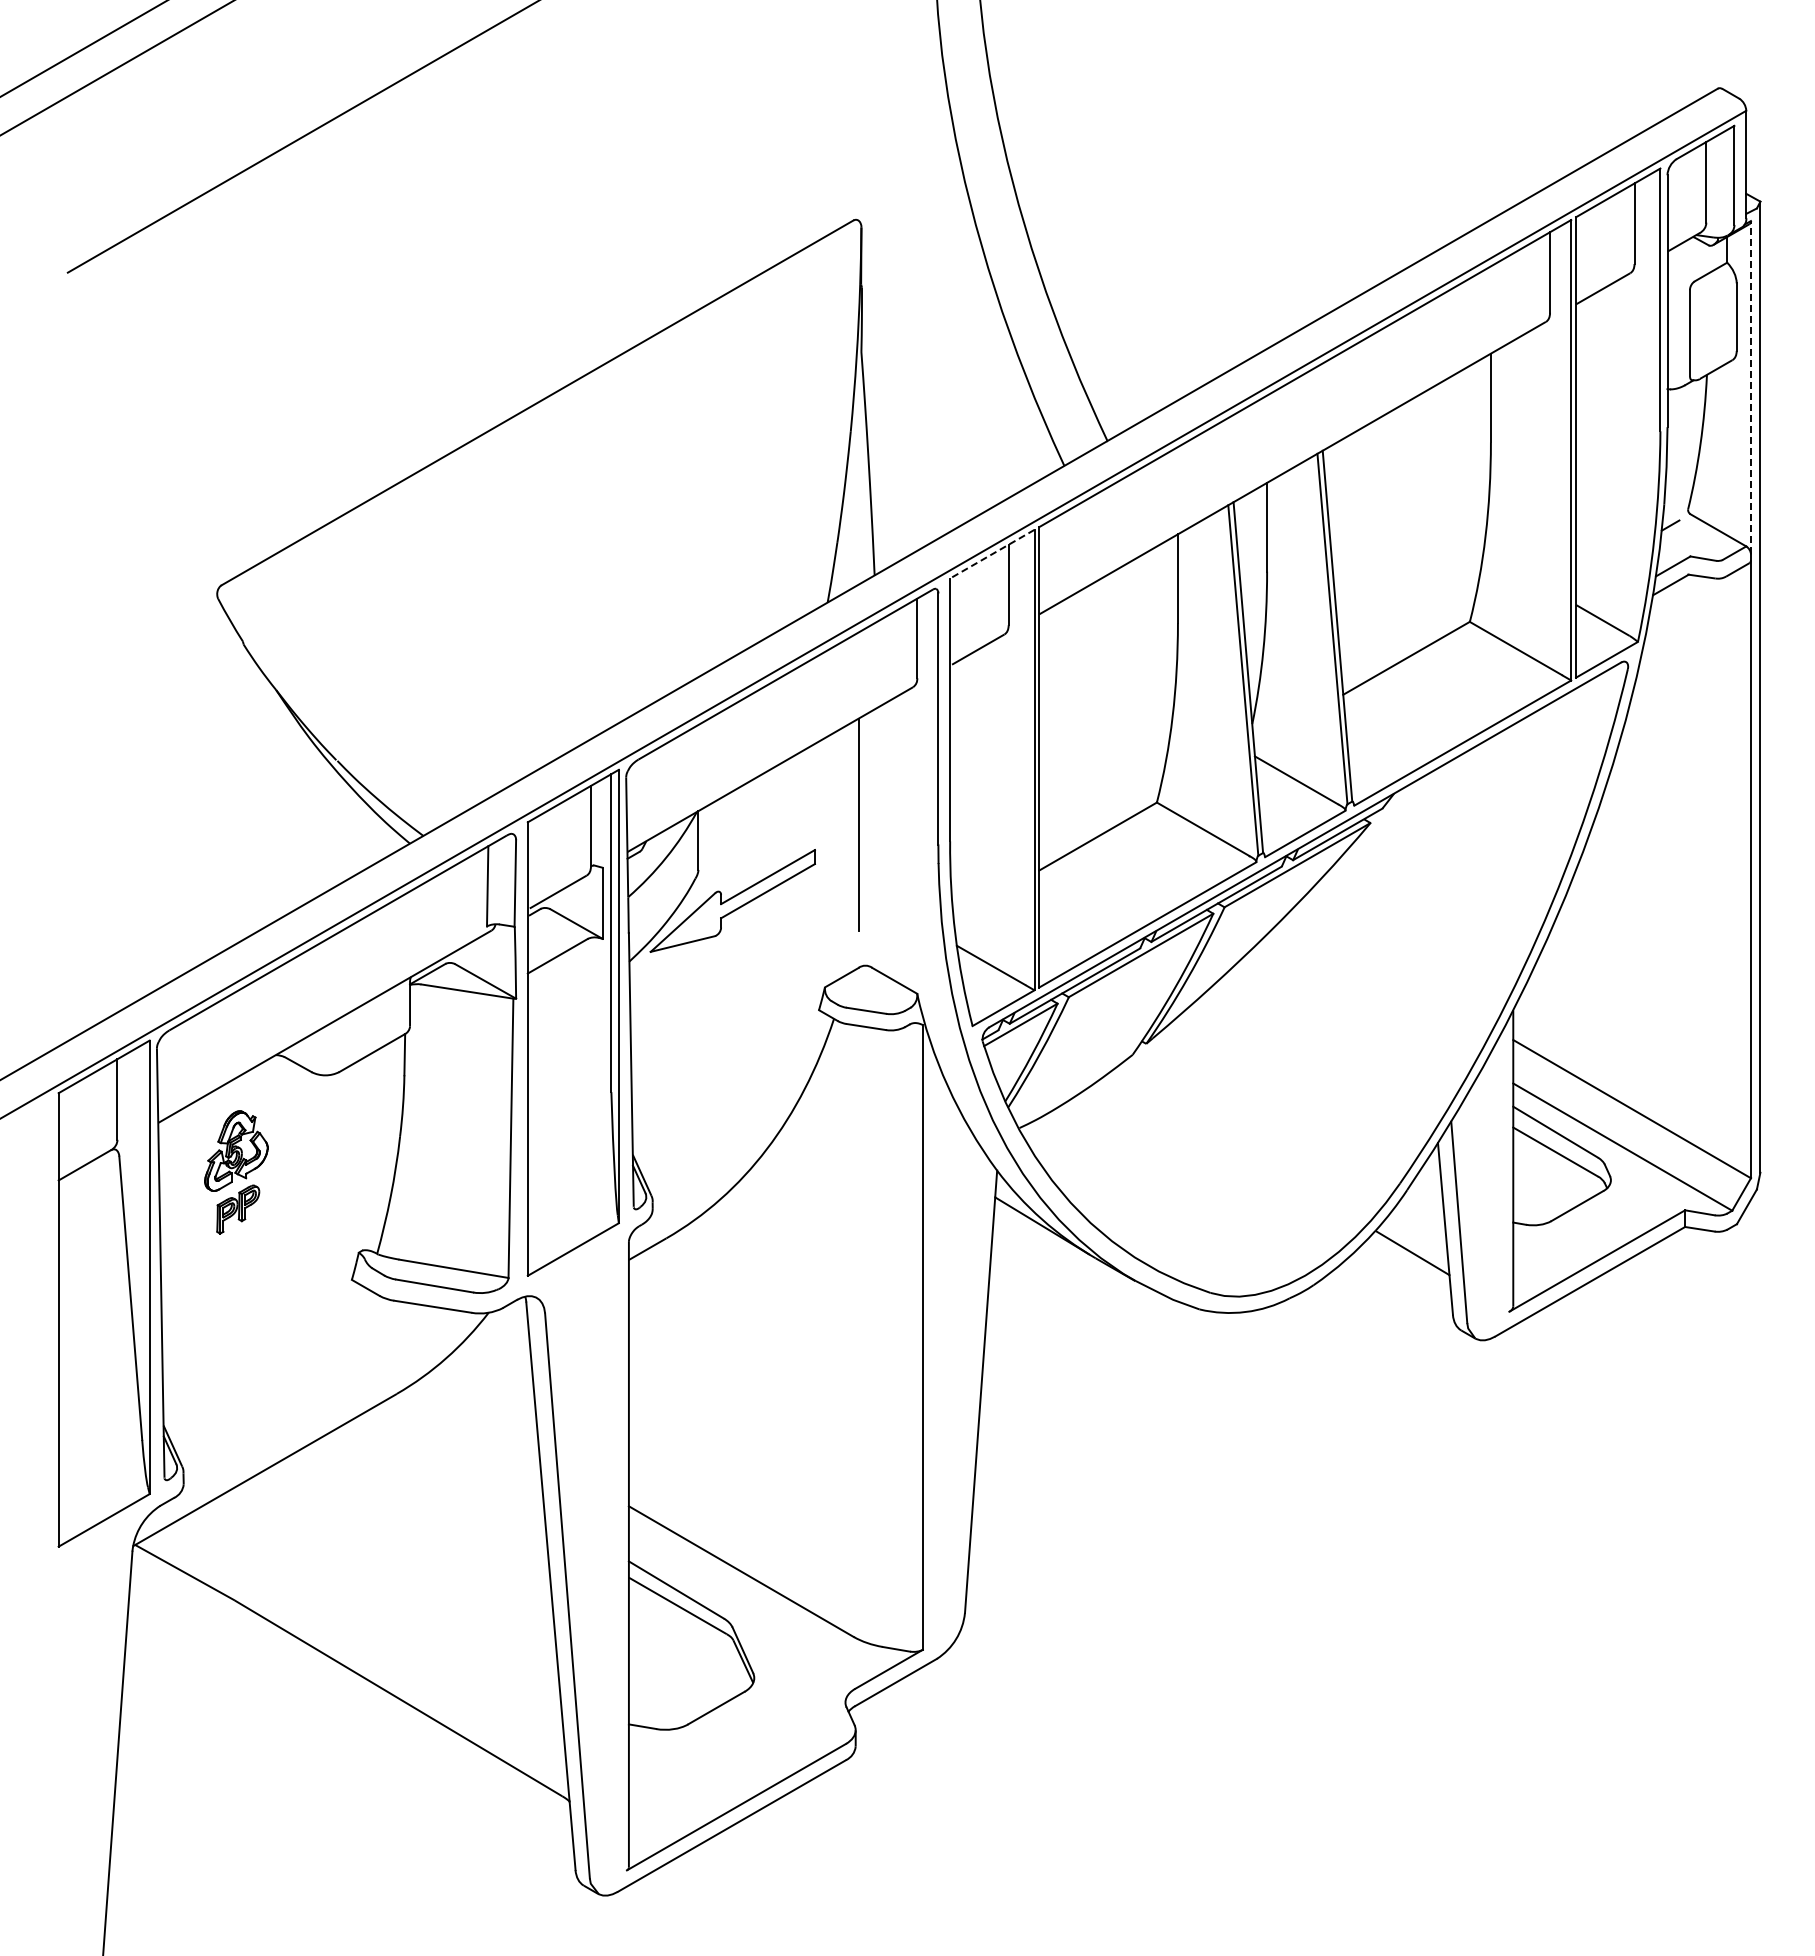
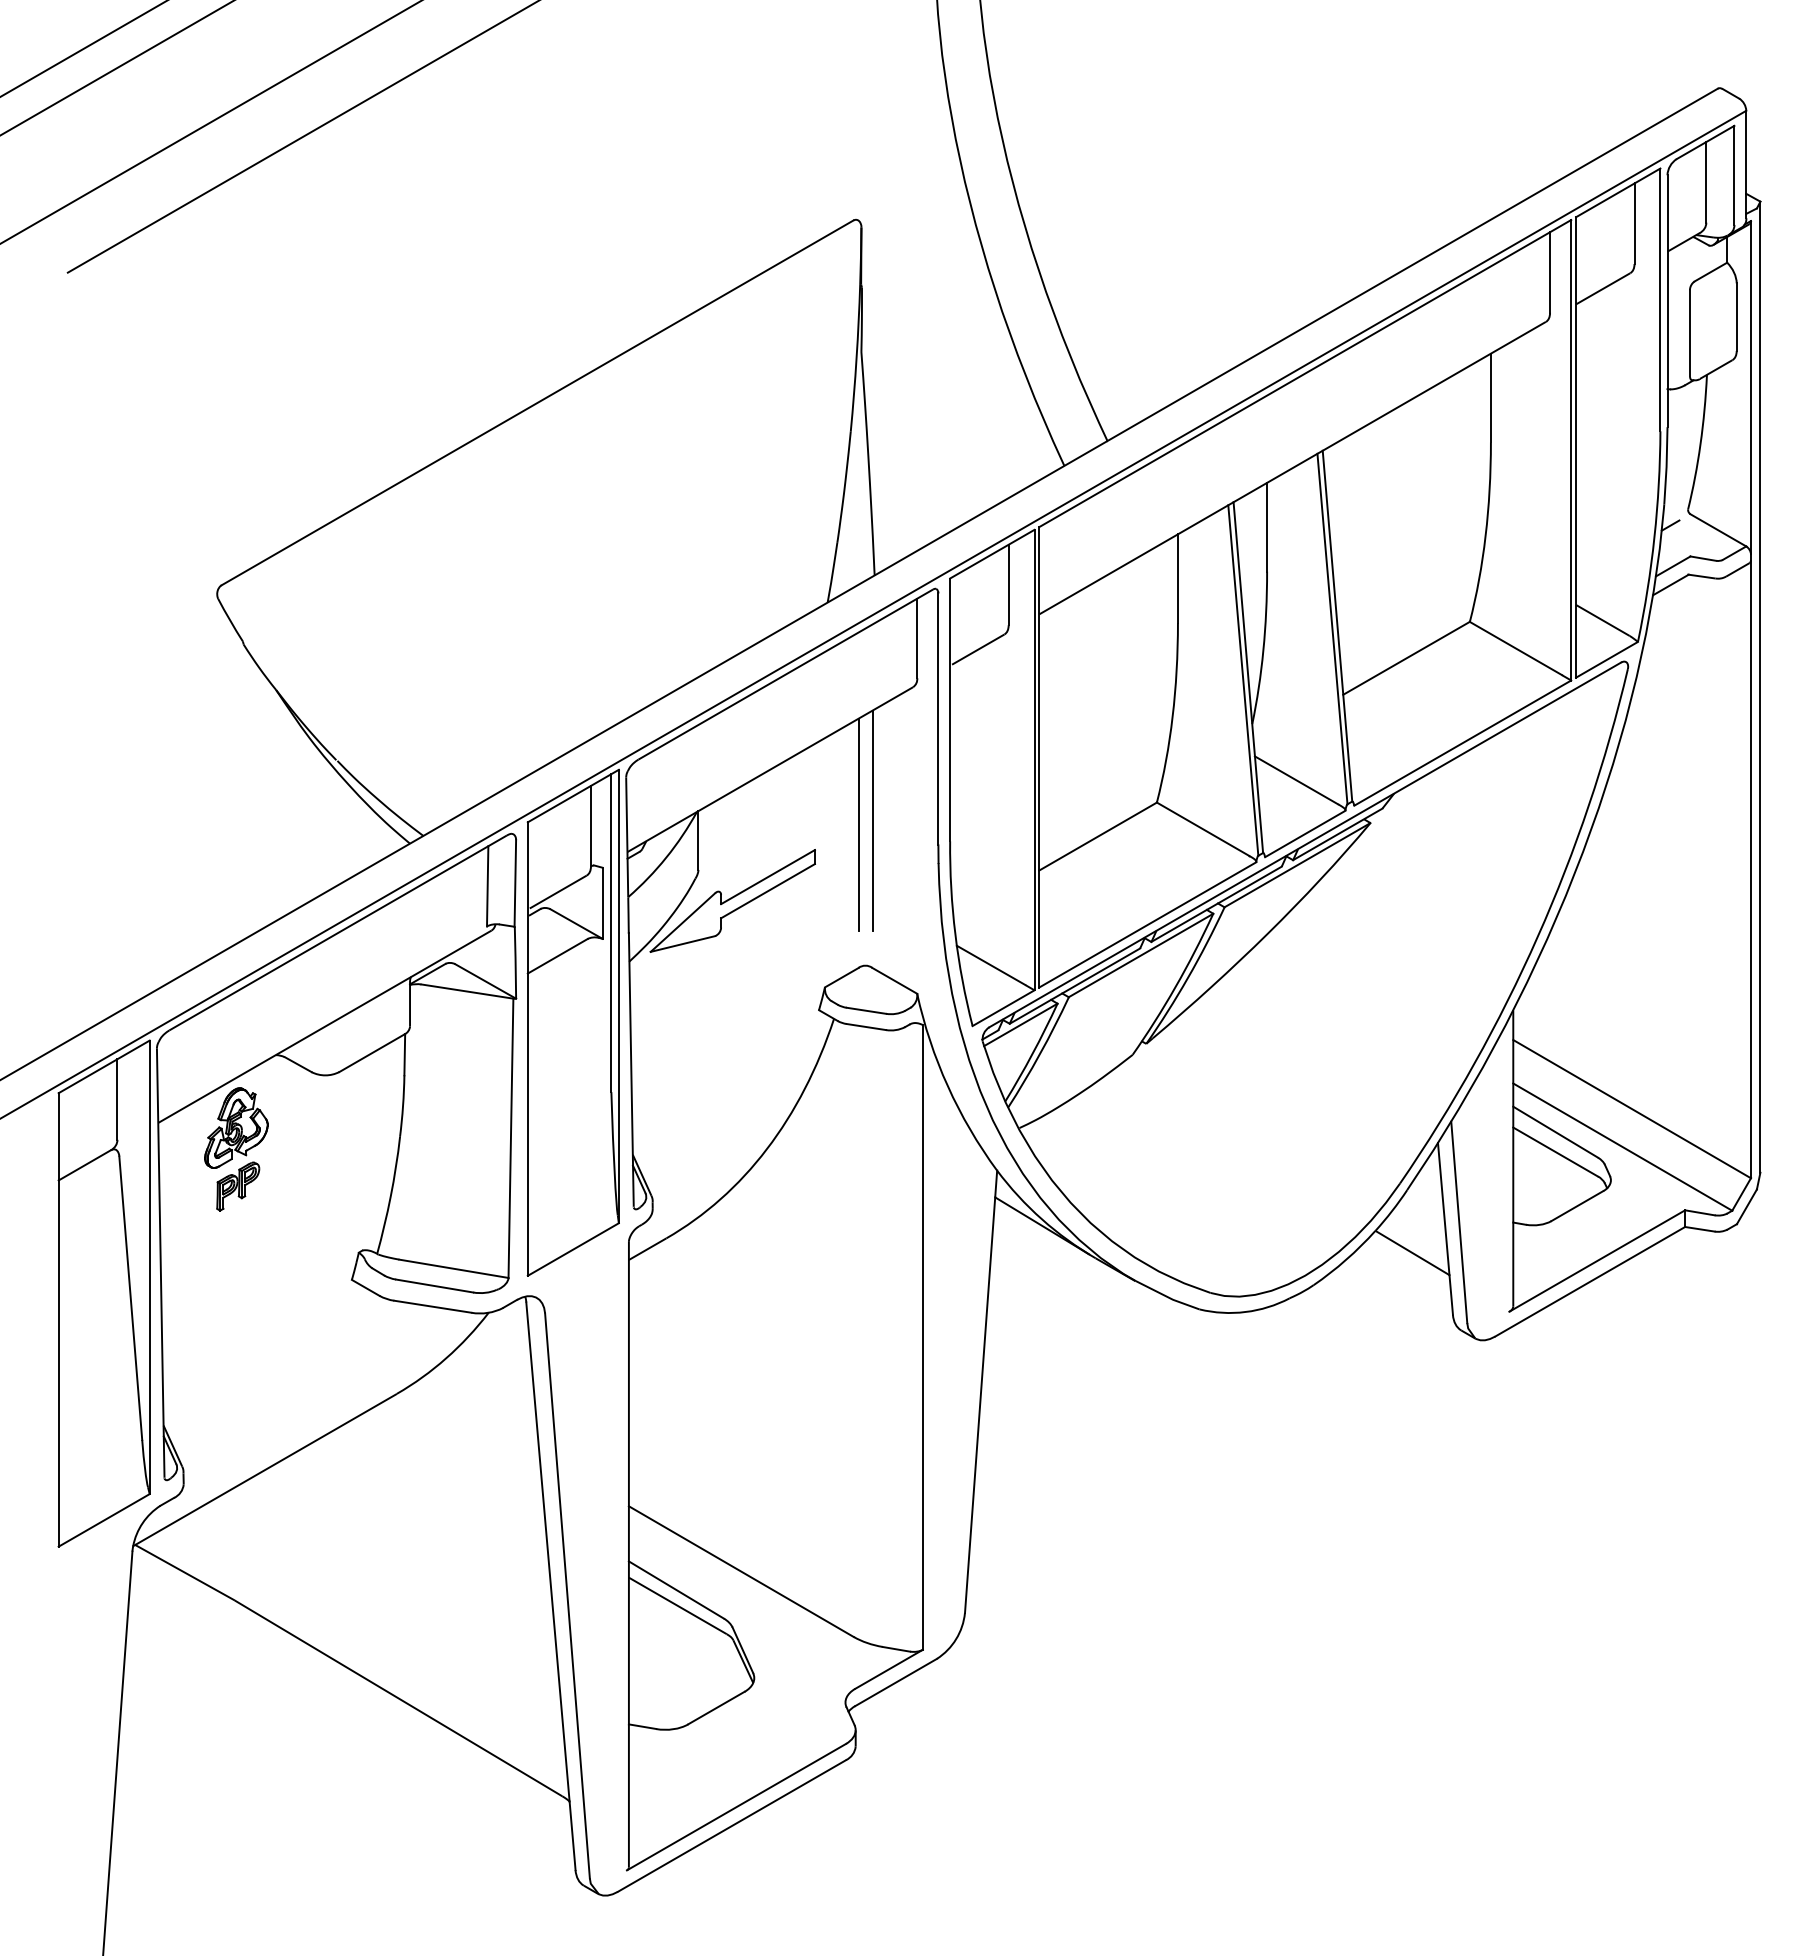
line at (210, 122): none -> present
line at (1750, 387): dashed -> solid
line at (992, 554): dashed -> solid
line at (872, 820): none -> present
part at (236, 1172) position: (236, 1172) -> (236, 1149)
